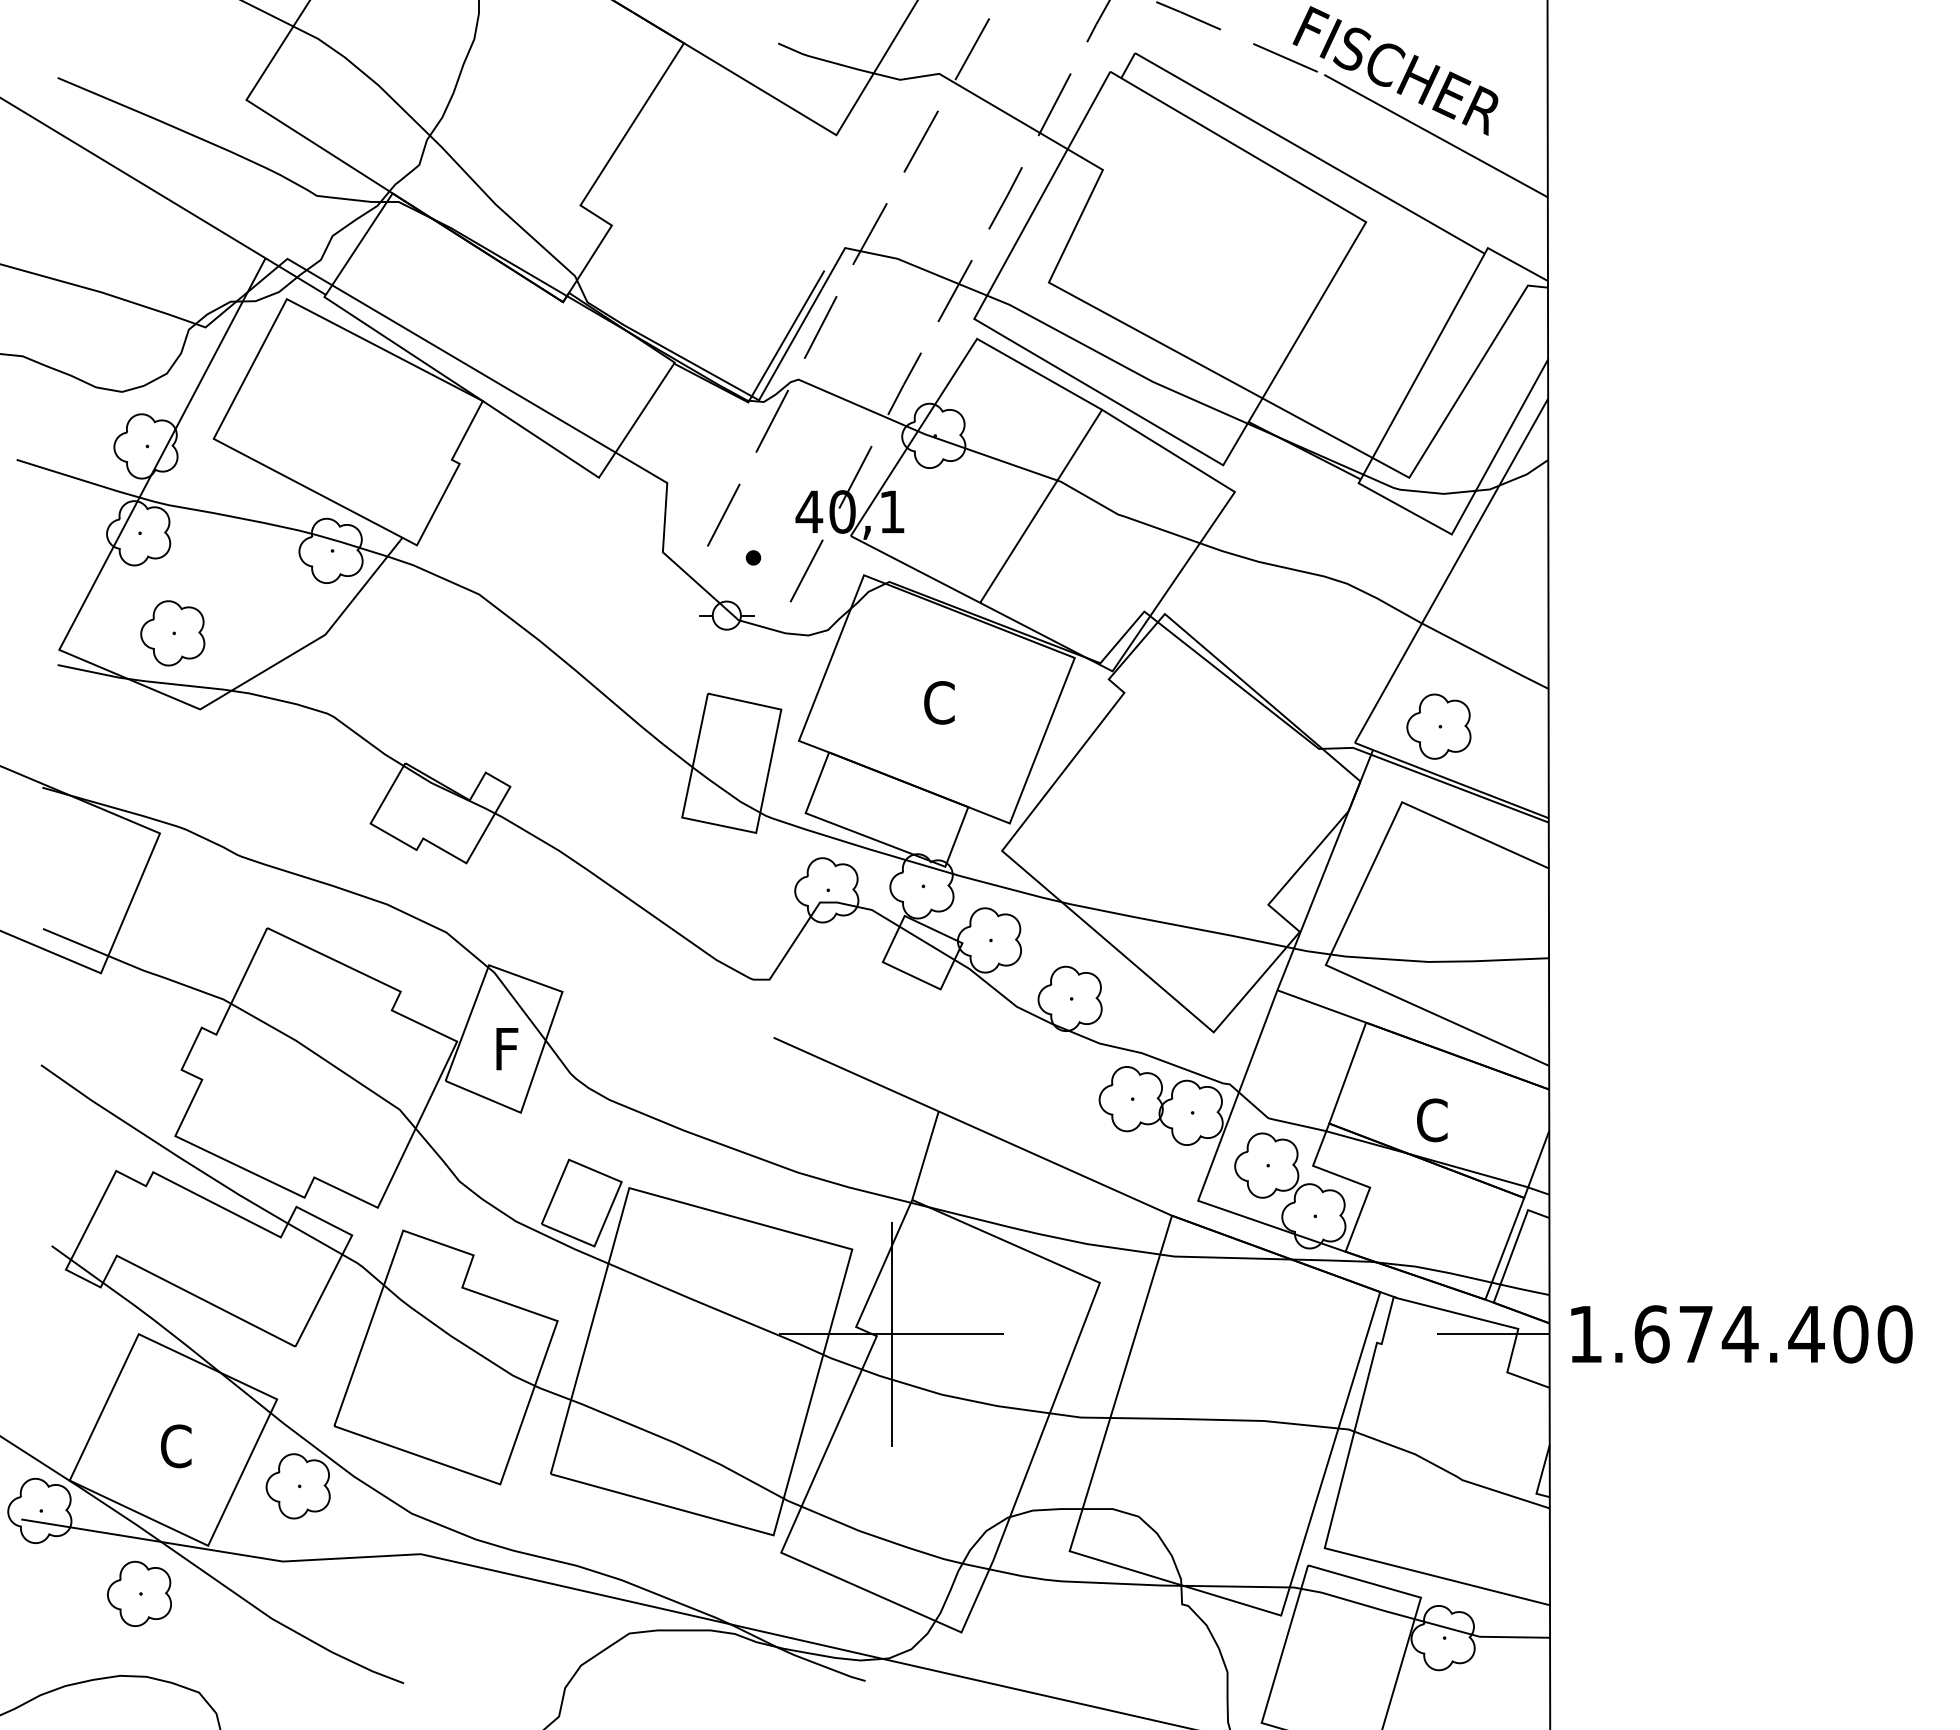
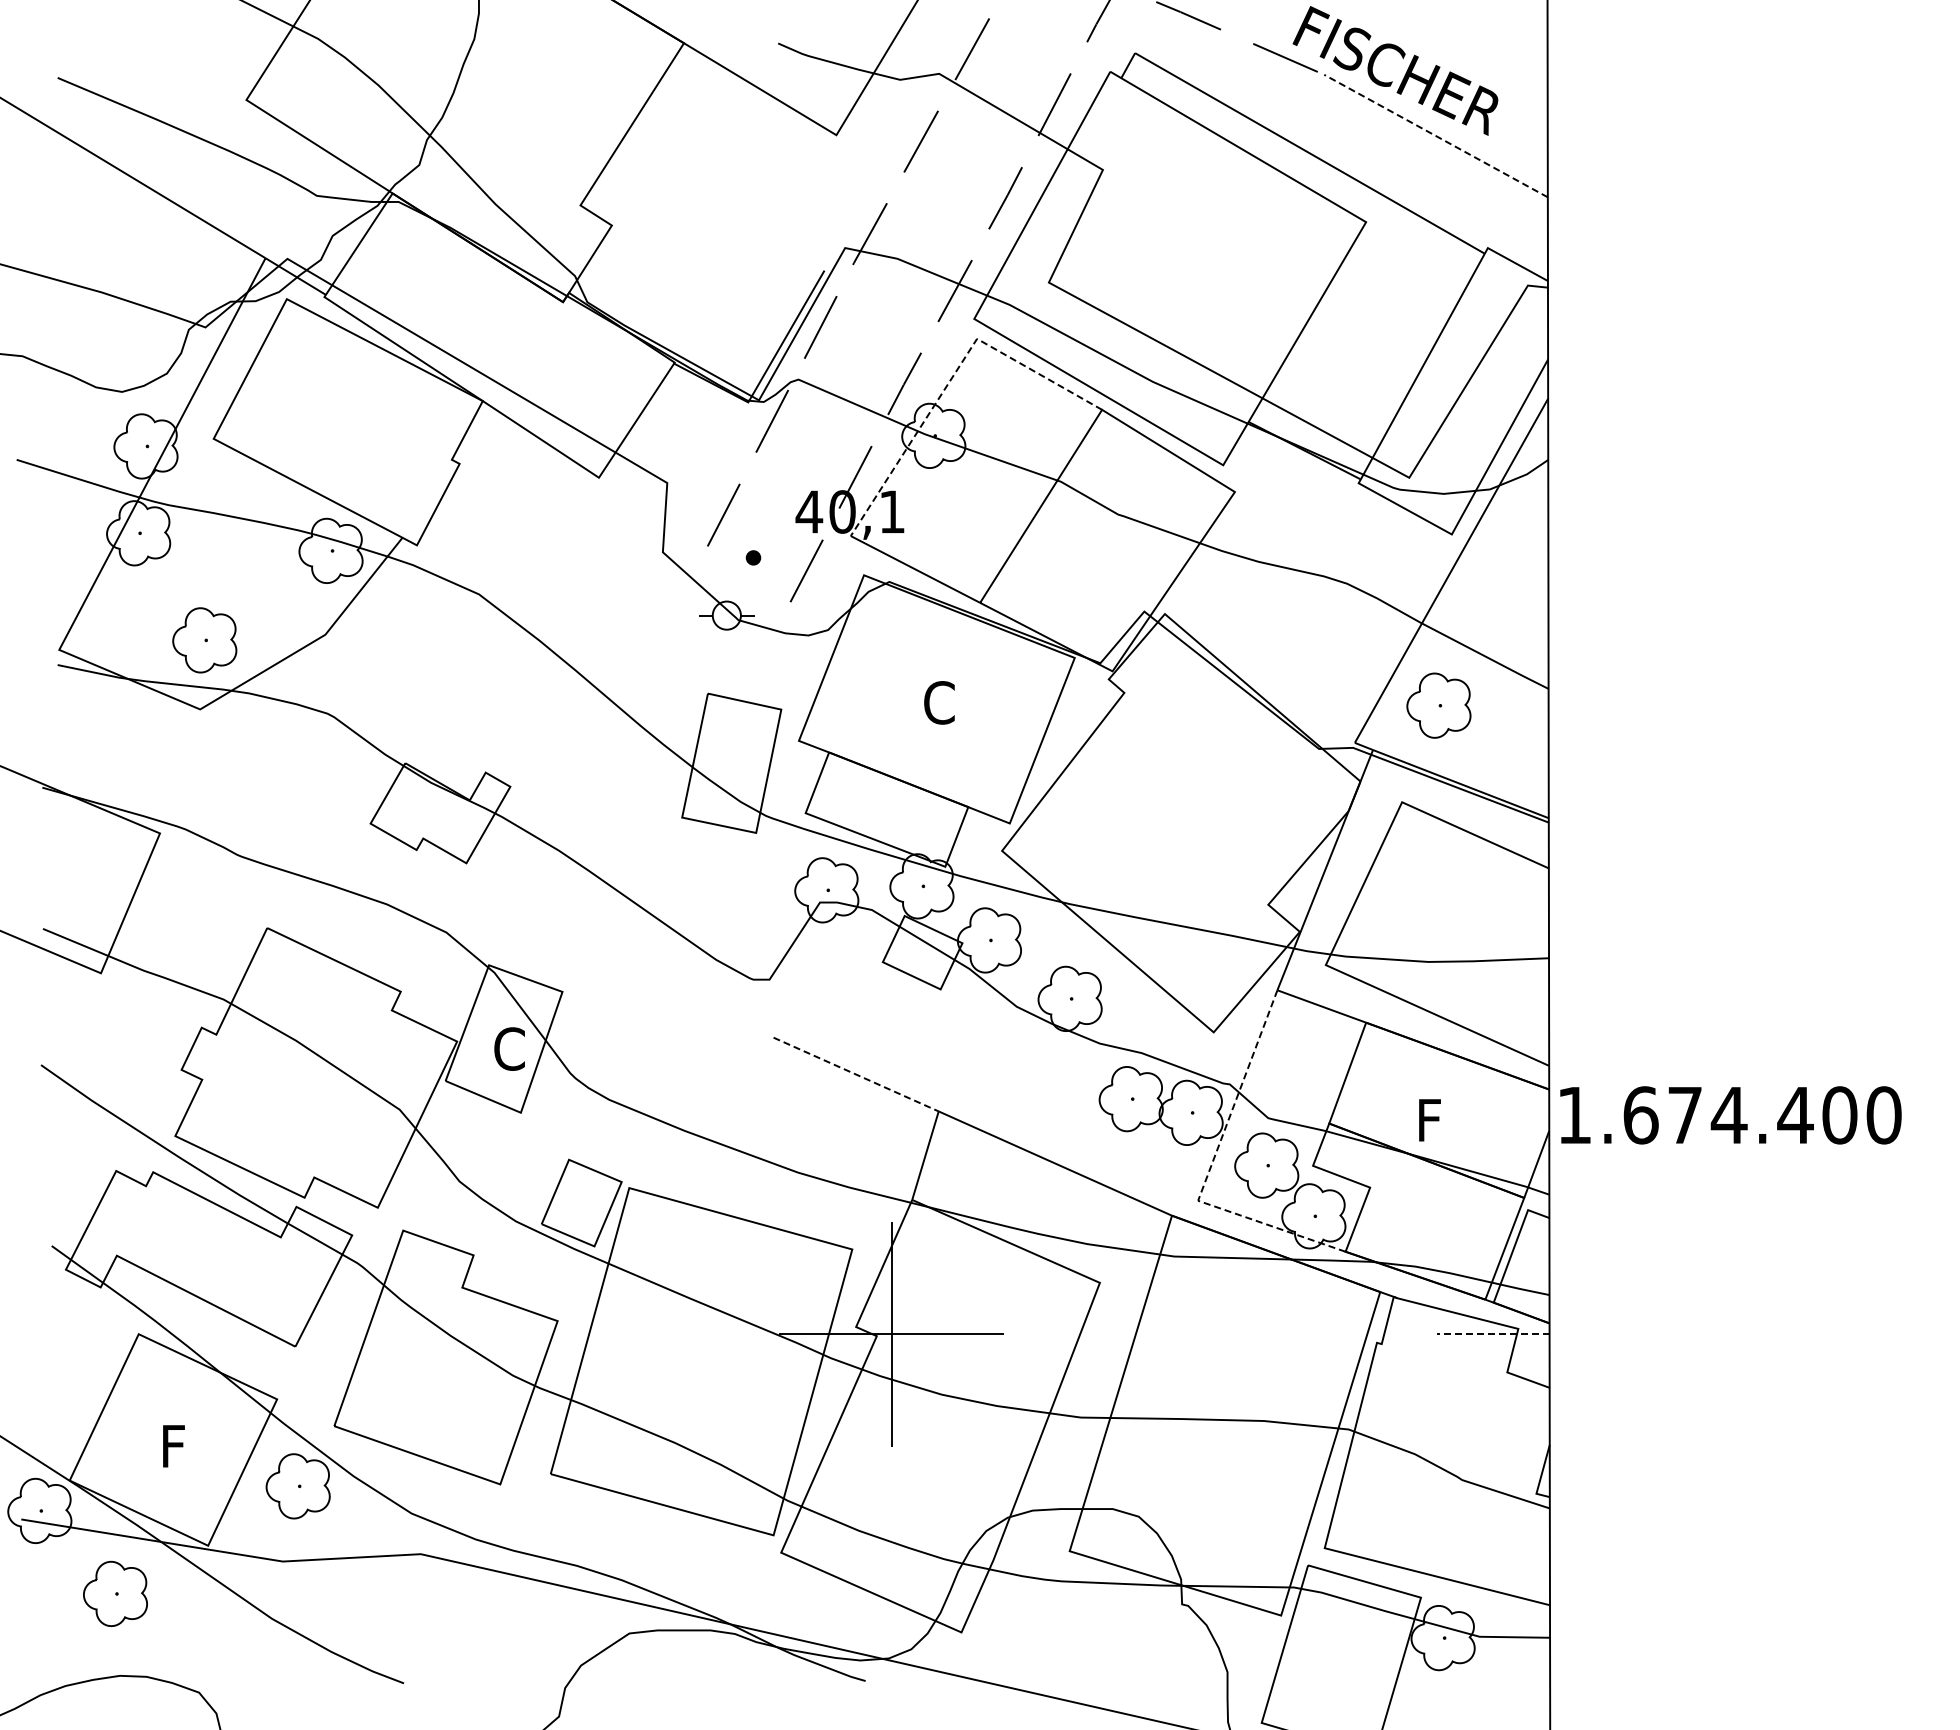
line at (1435, 135): solid -> dashed
line at (952, 376): solid -> dashed
part at (172, 633) position: (172, 633) -> (204, 640)
part at (1438, 726) position: (1438, 726) -> (1438, 705)
text at (509, 1048): F -> C
line at (856, 1074): solid -> dashed
text at (1432, 1120): C -> F
line at (1210, 1168): solid -> dashed
line at (1492, 1334): solid -> dashed
text at (1741, 1334) position: (1741, 1334) -> (1730, 1115)
text at (176, 1446): C -> F
part at (139, 1593) position: (139, 1593) -> (115, 1593)
